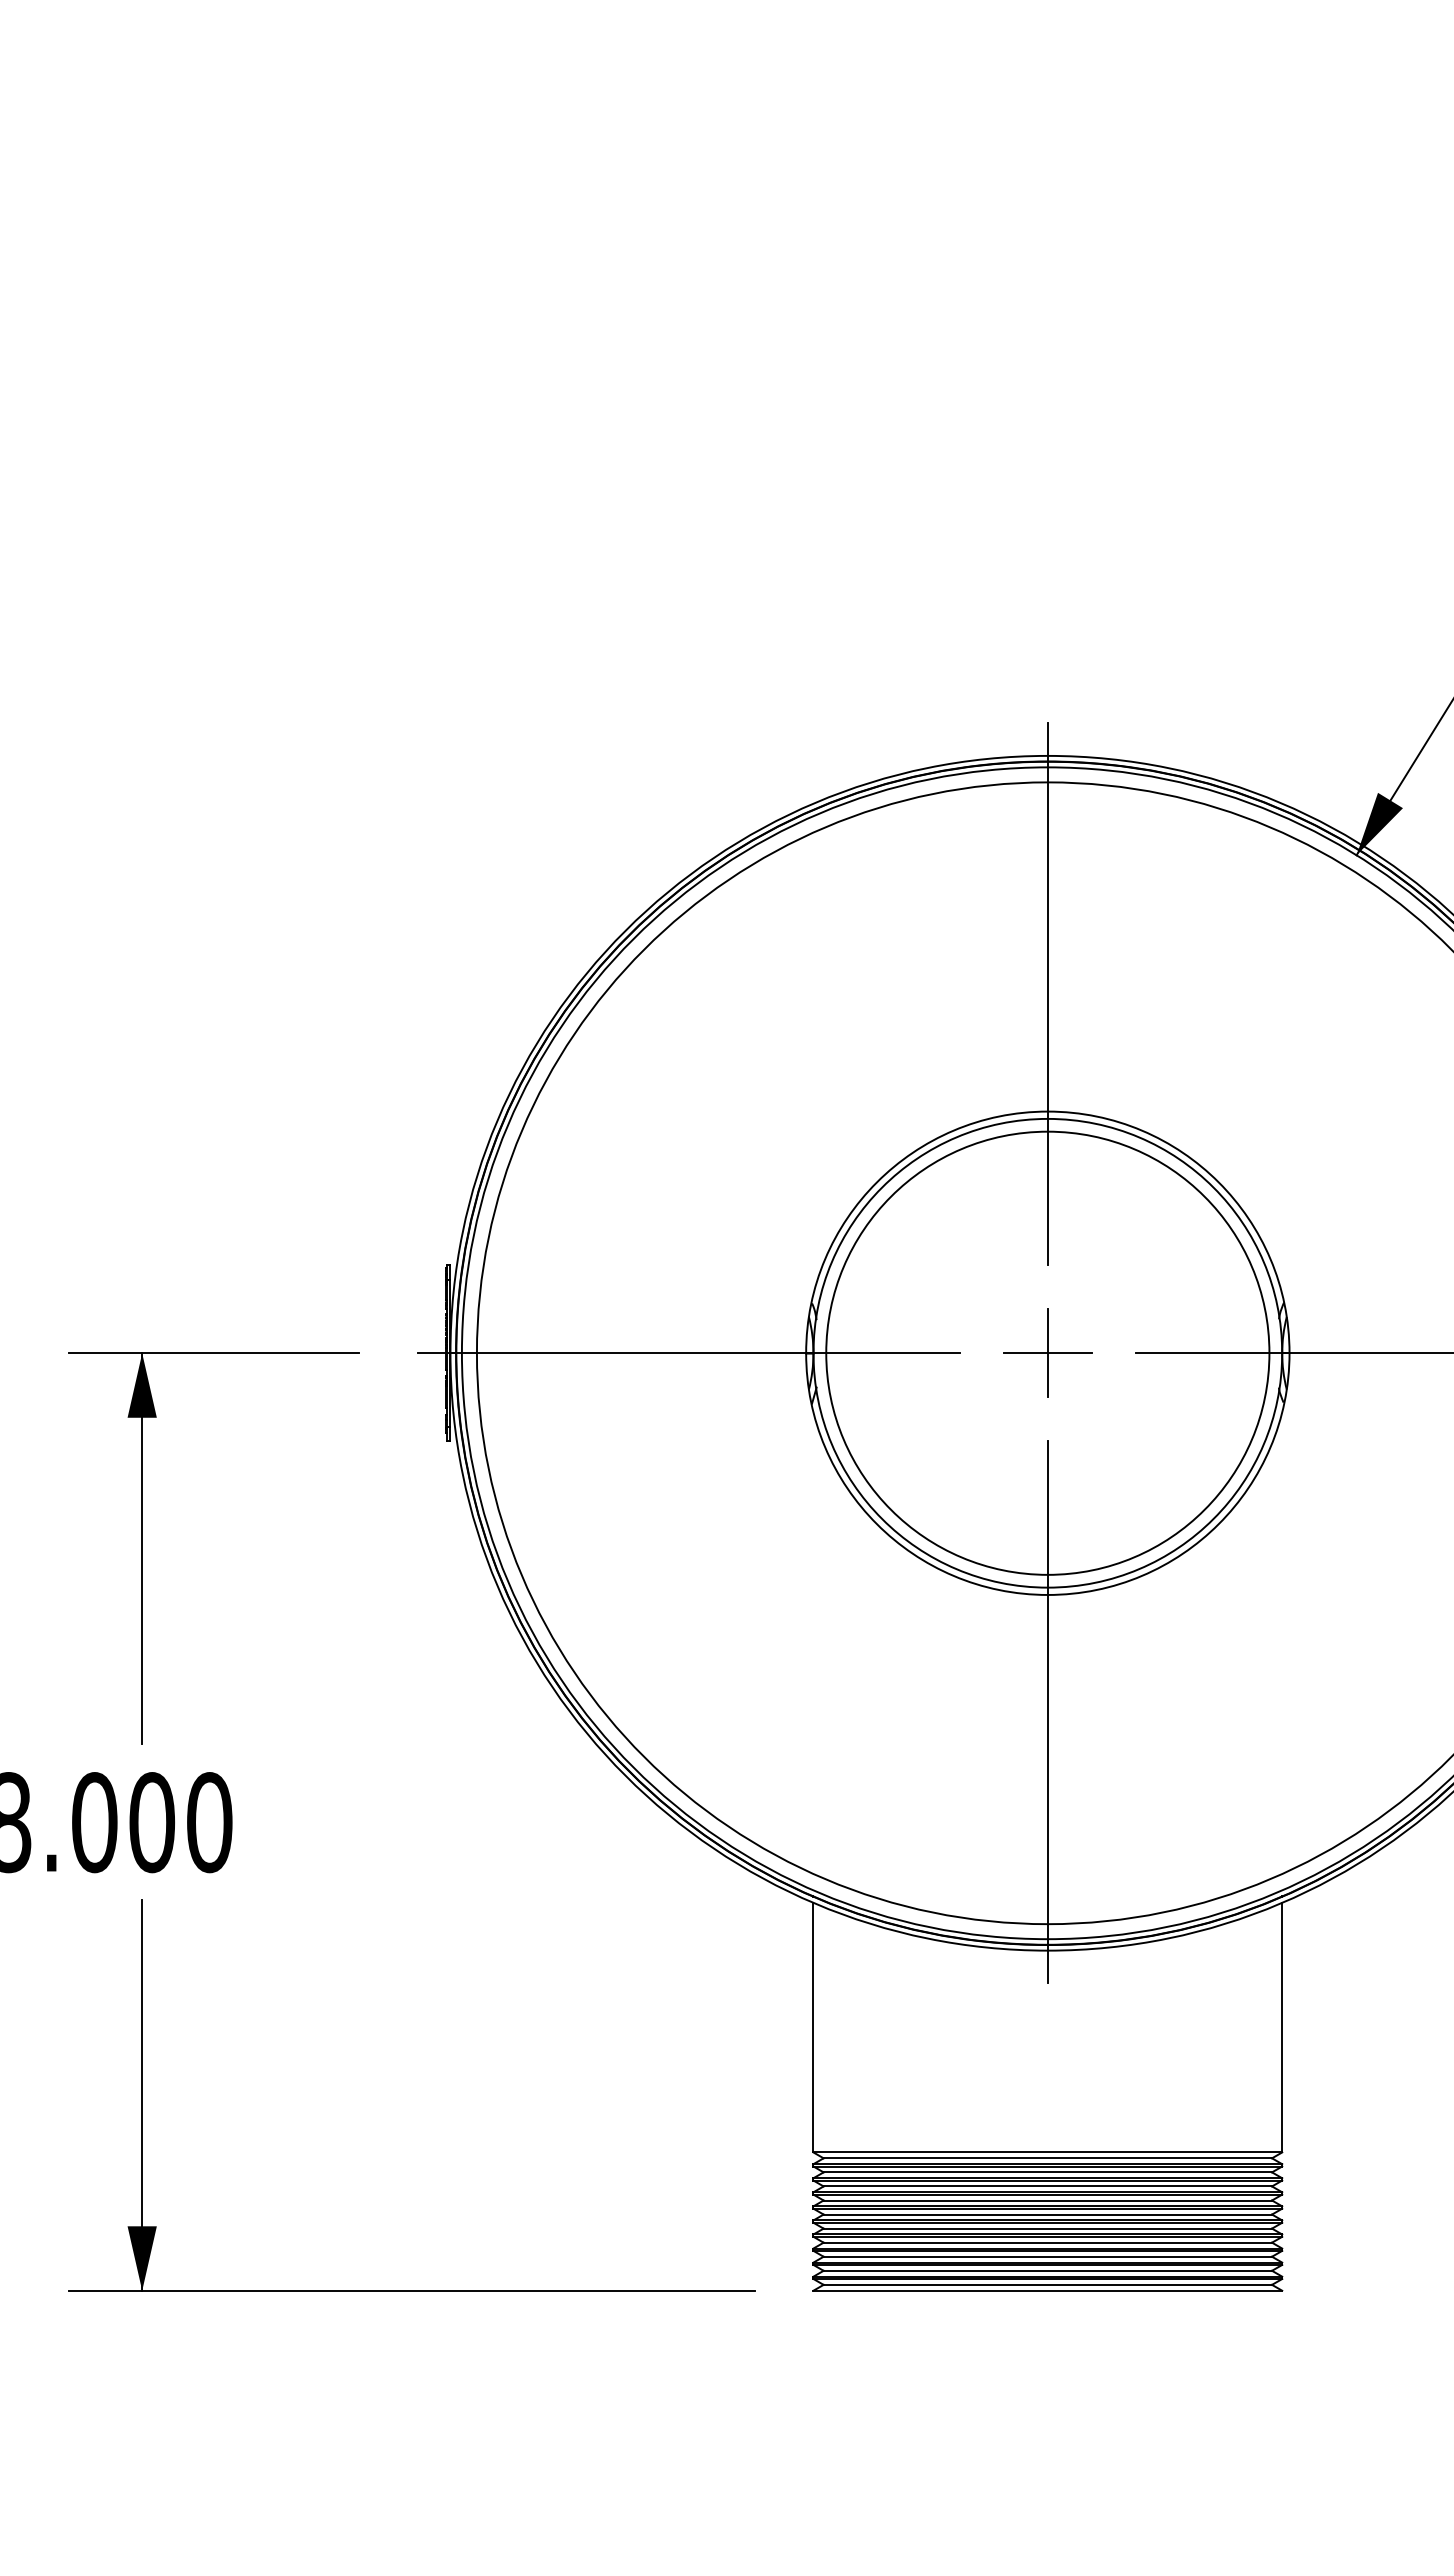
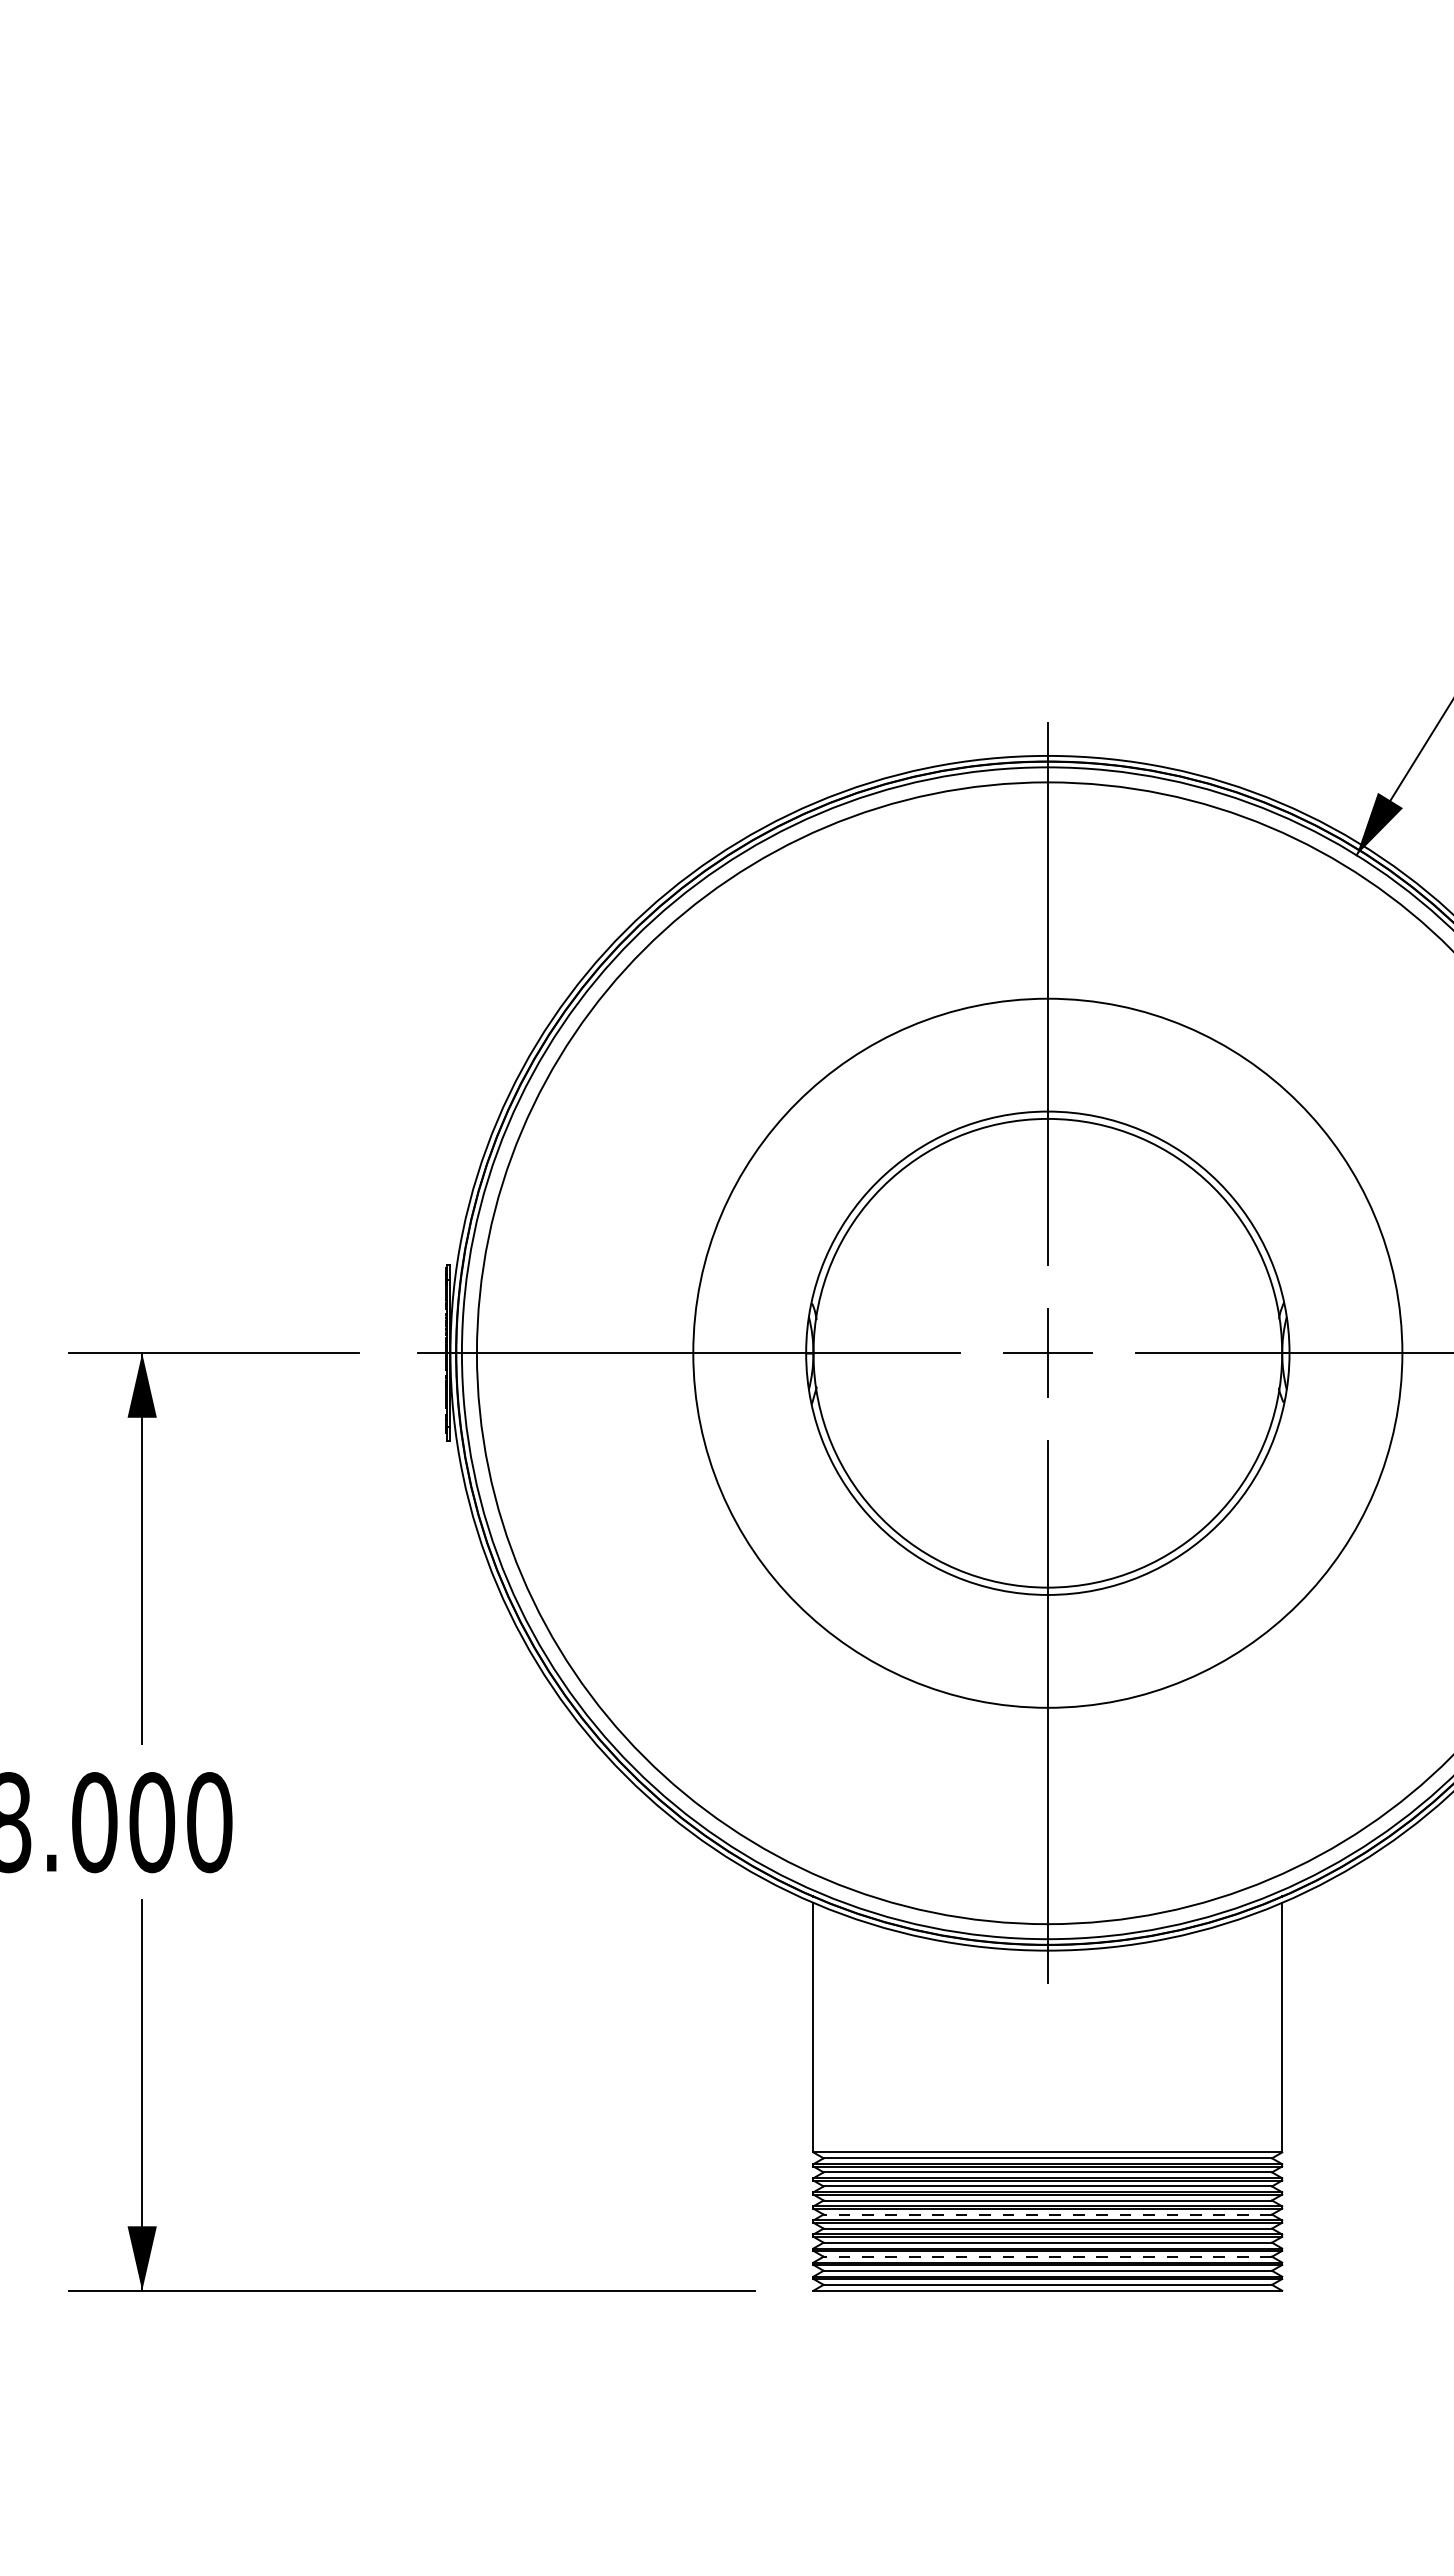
circle at (1047, 1352) diameter: 443 px -> 709 px
line at (1047, 2214): solid -> dashed
line at (1047, 2256): solid -> dashed
